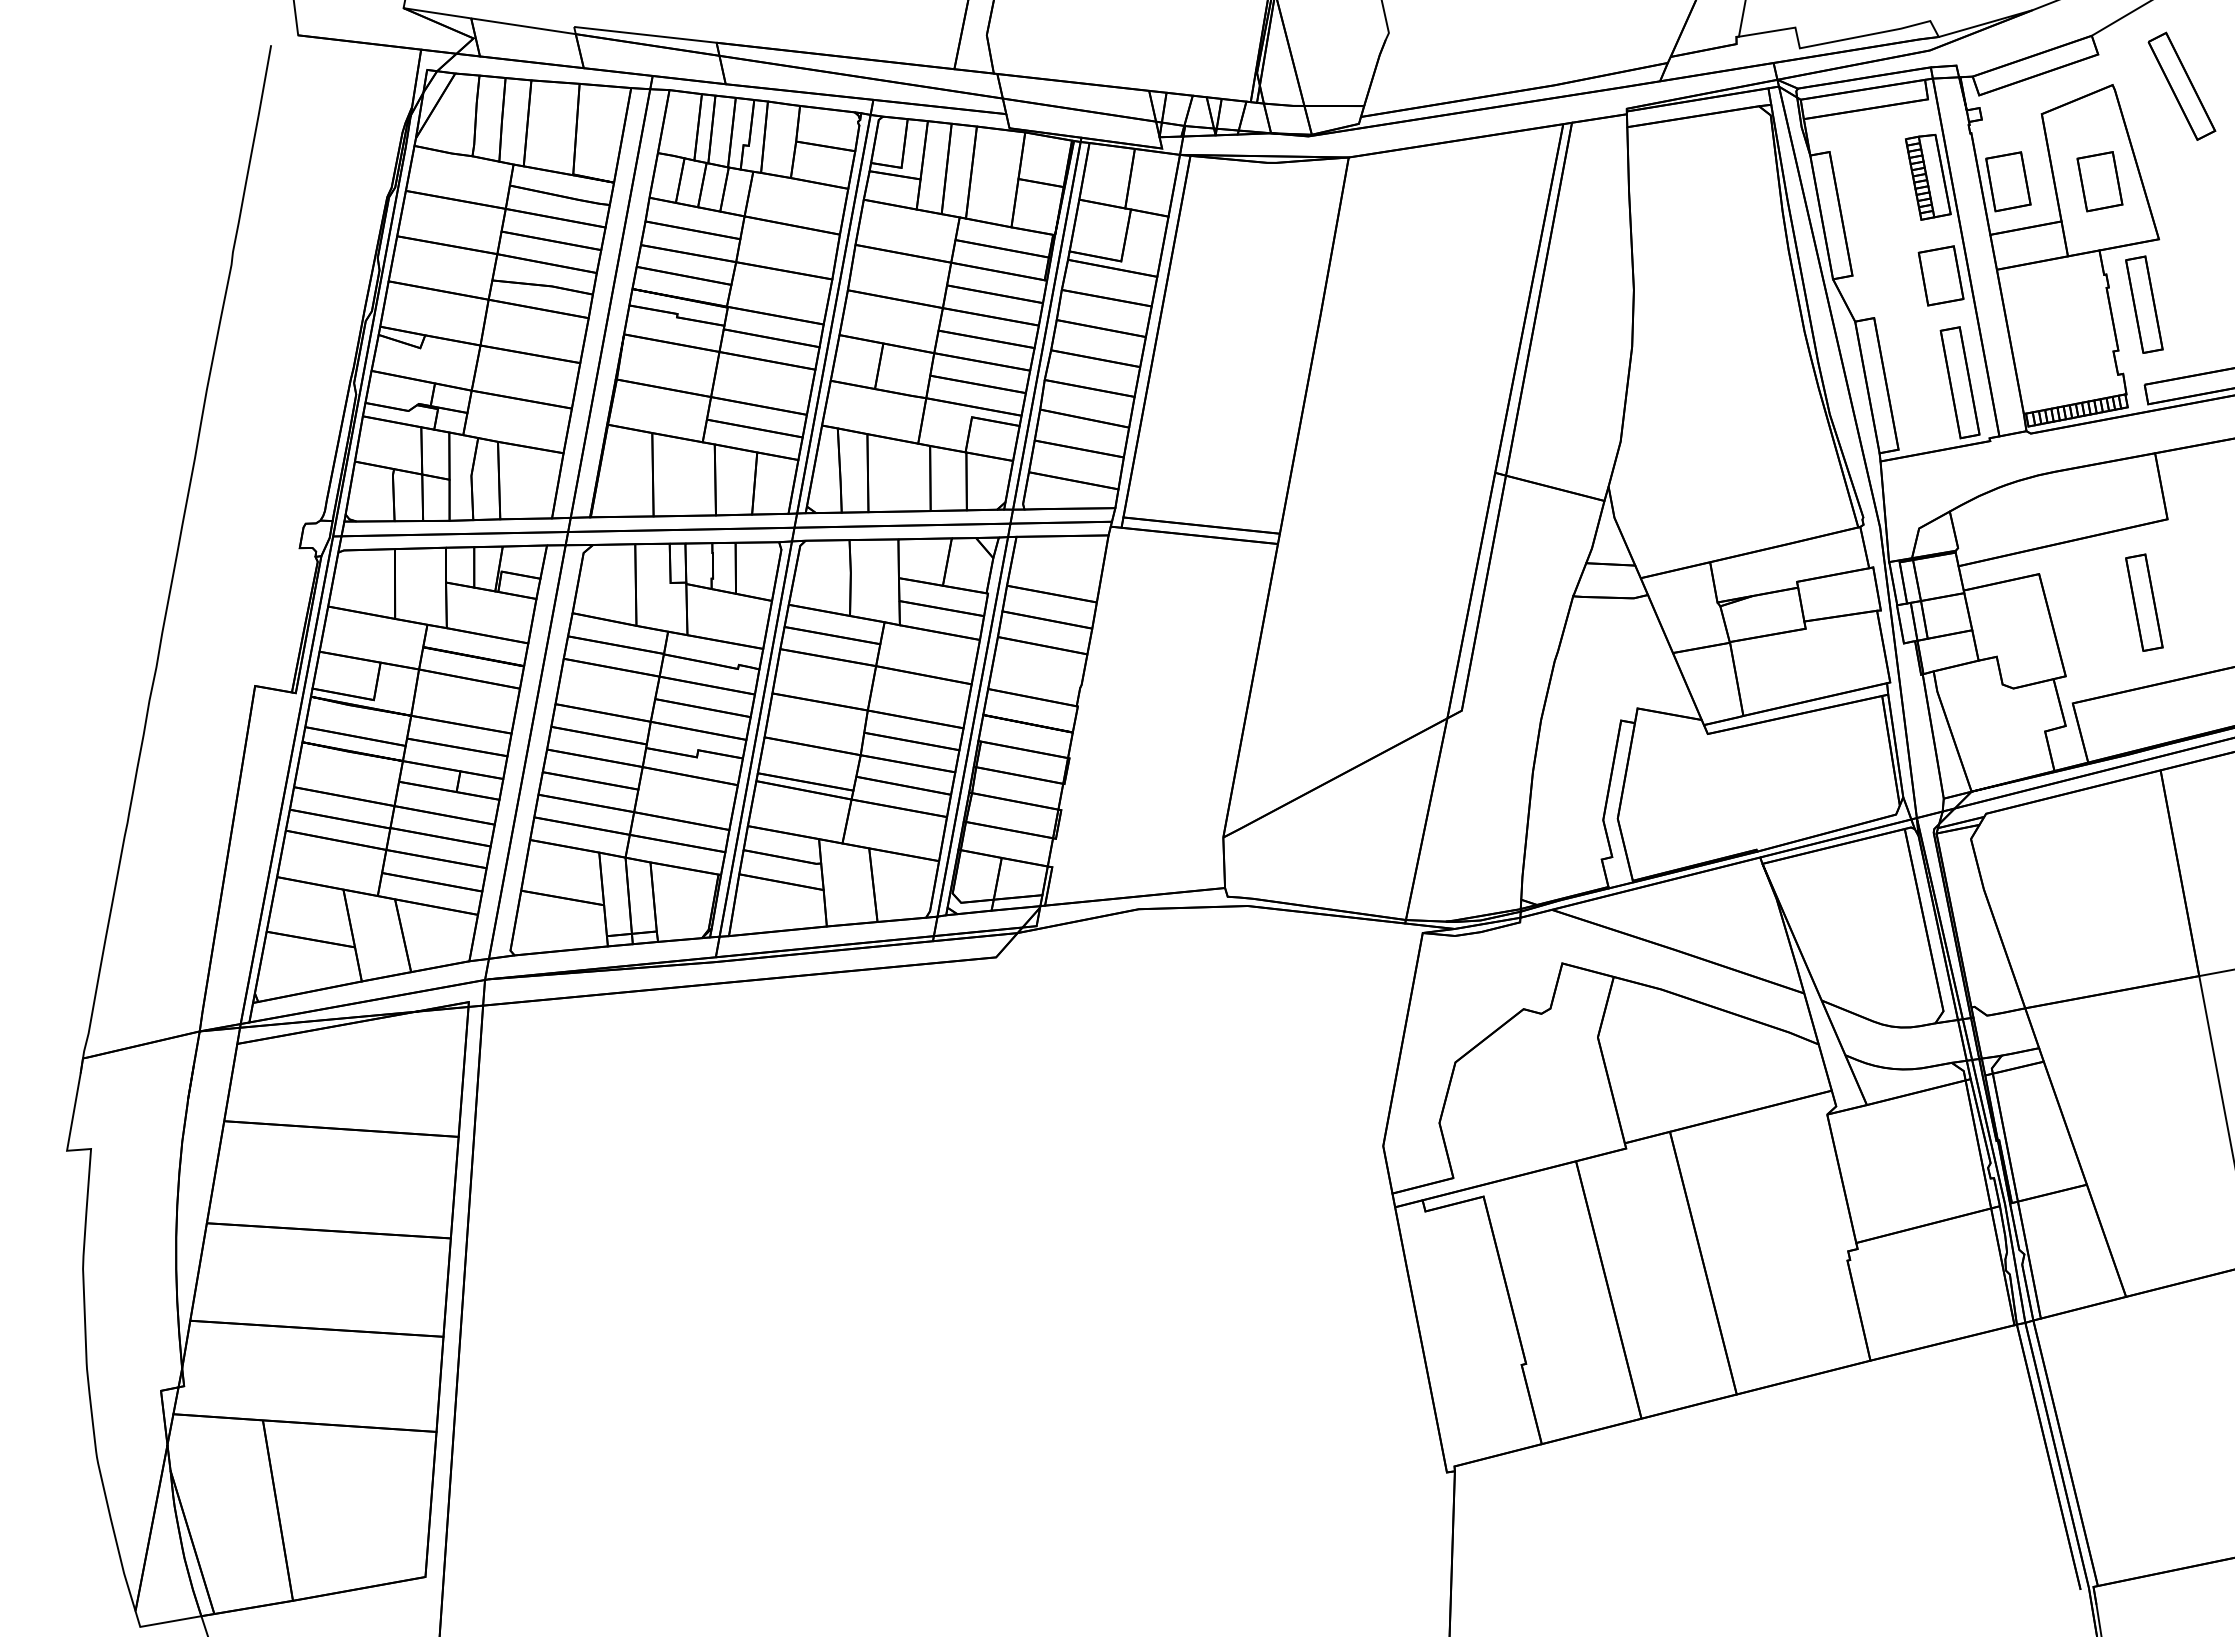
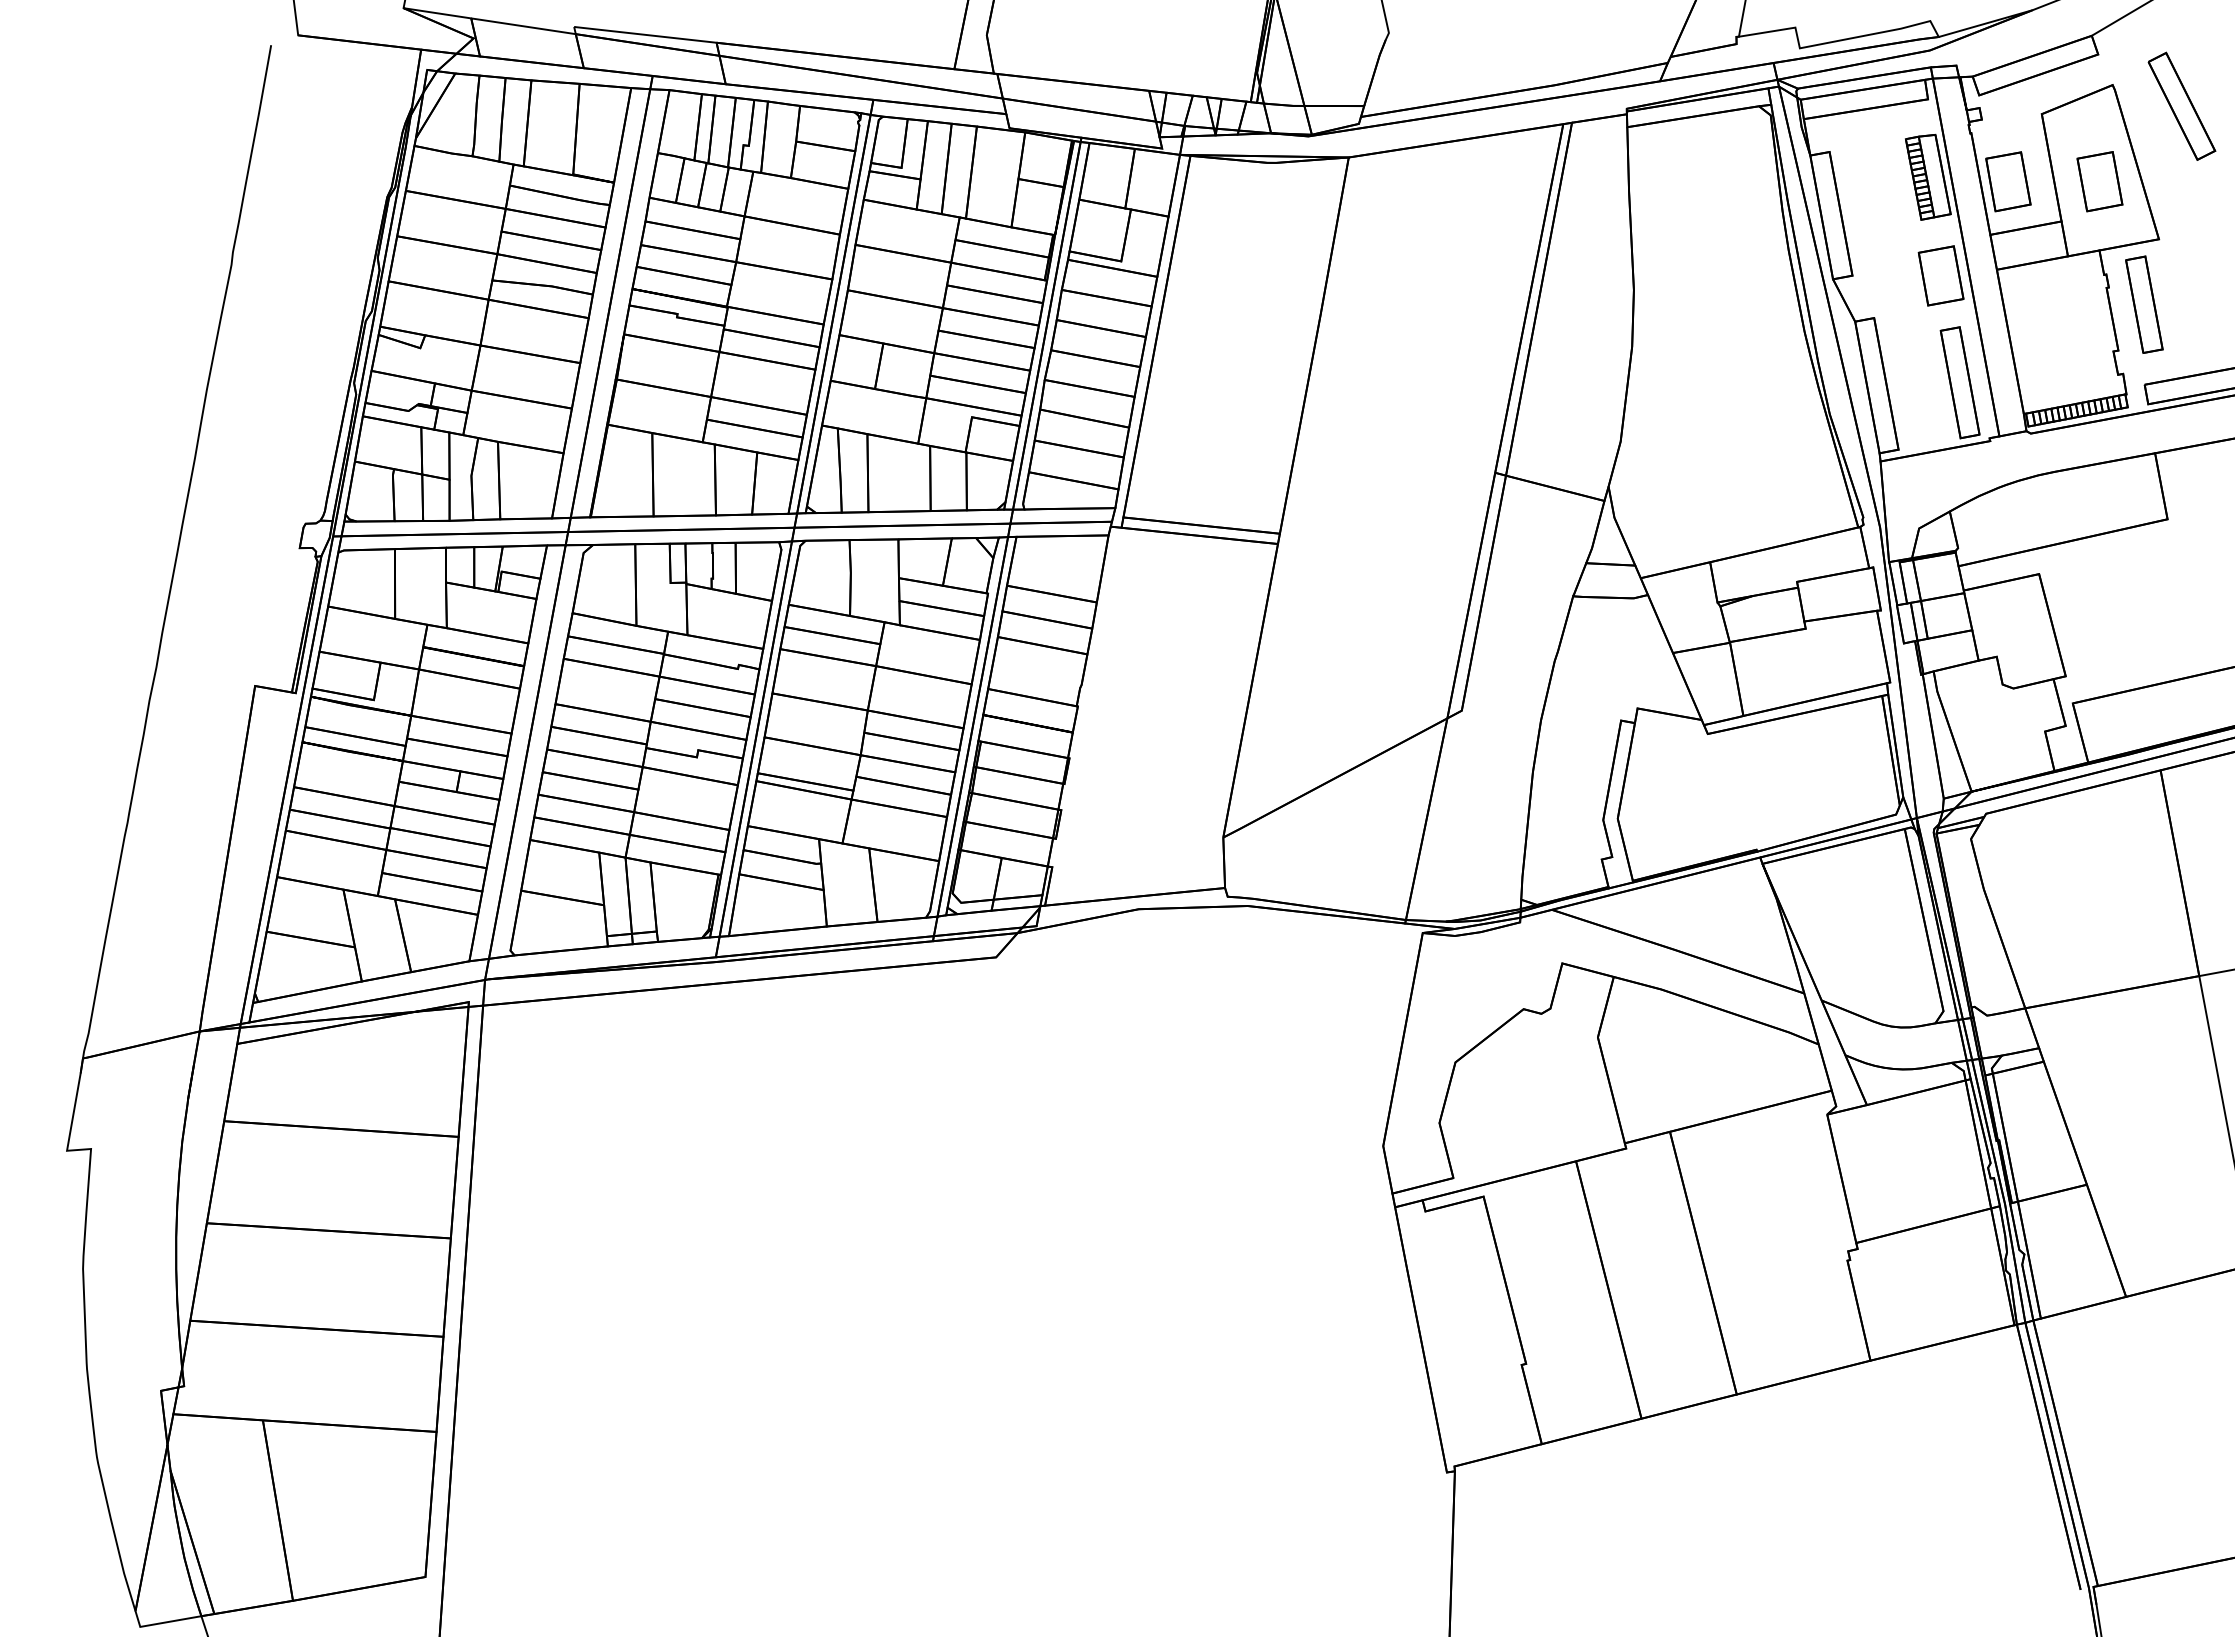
part at (2181, 85) position: (2181, 85) -> (2181, 105)
part at (2144, 602): present -> none
